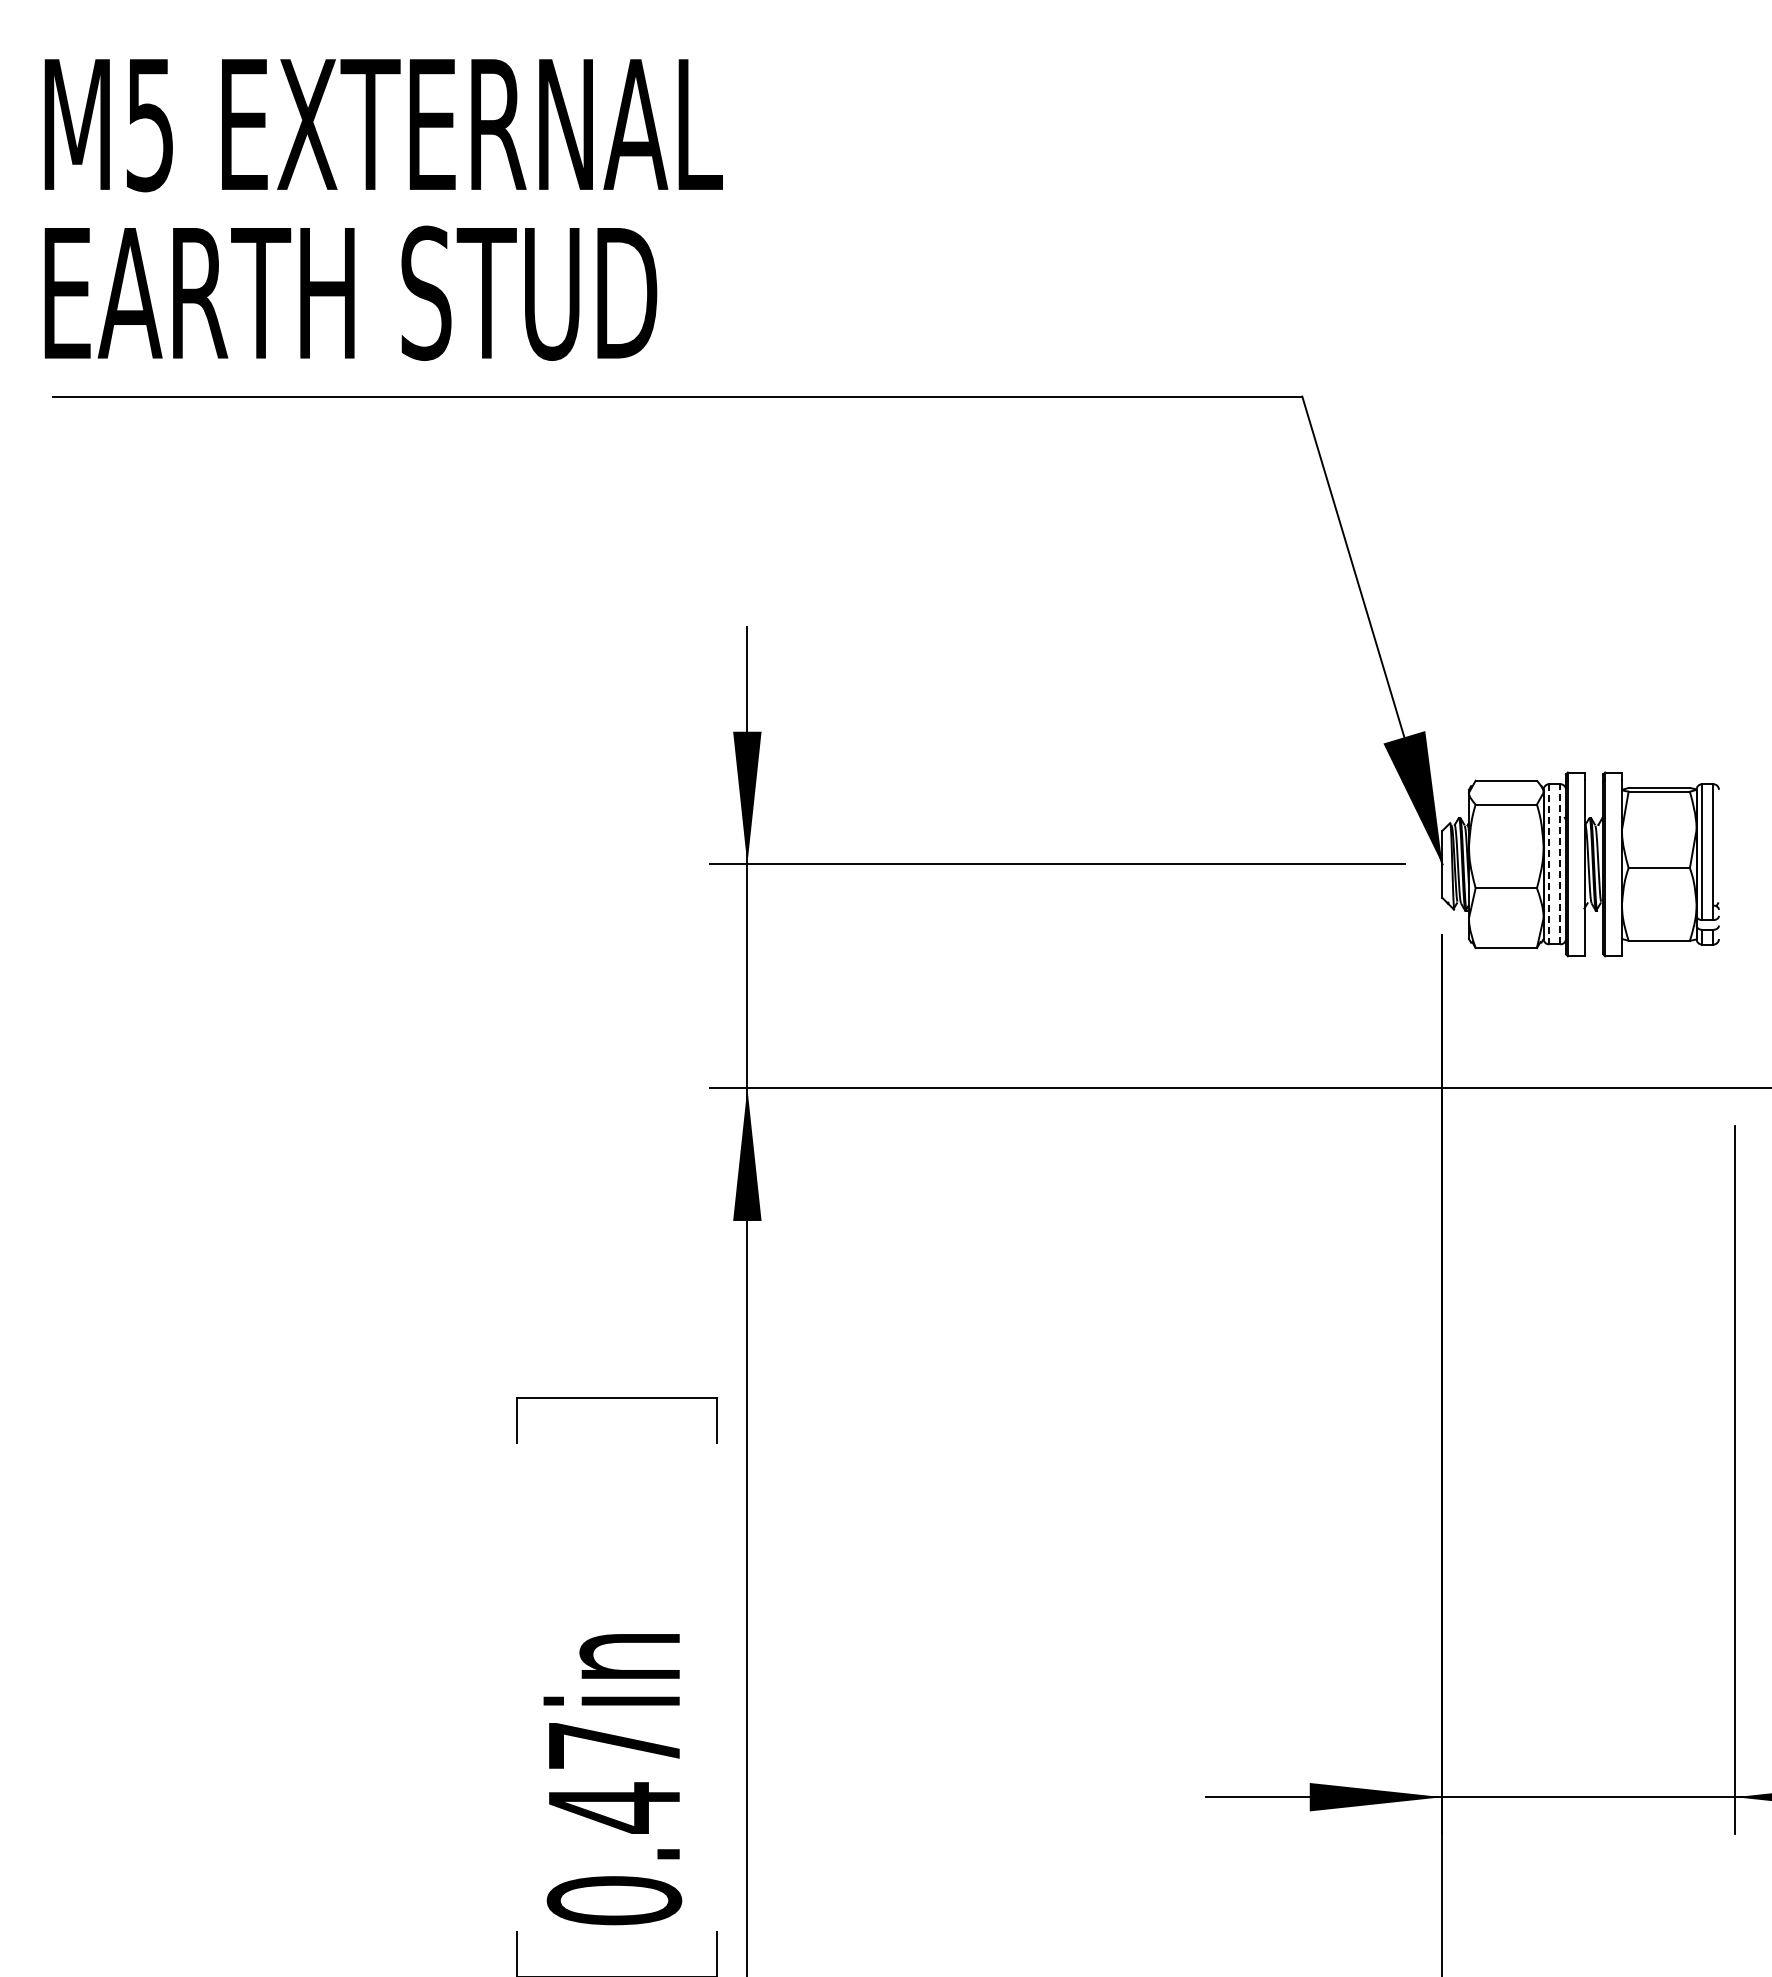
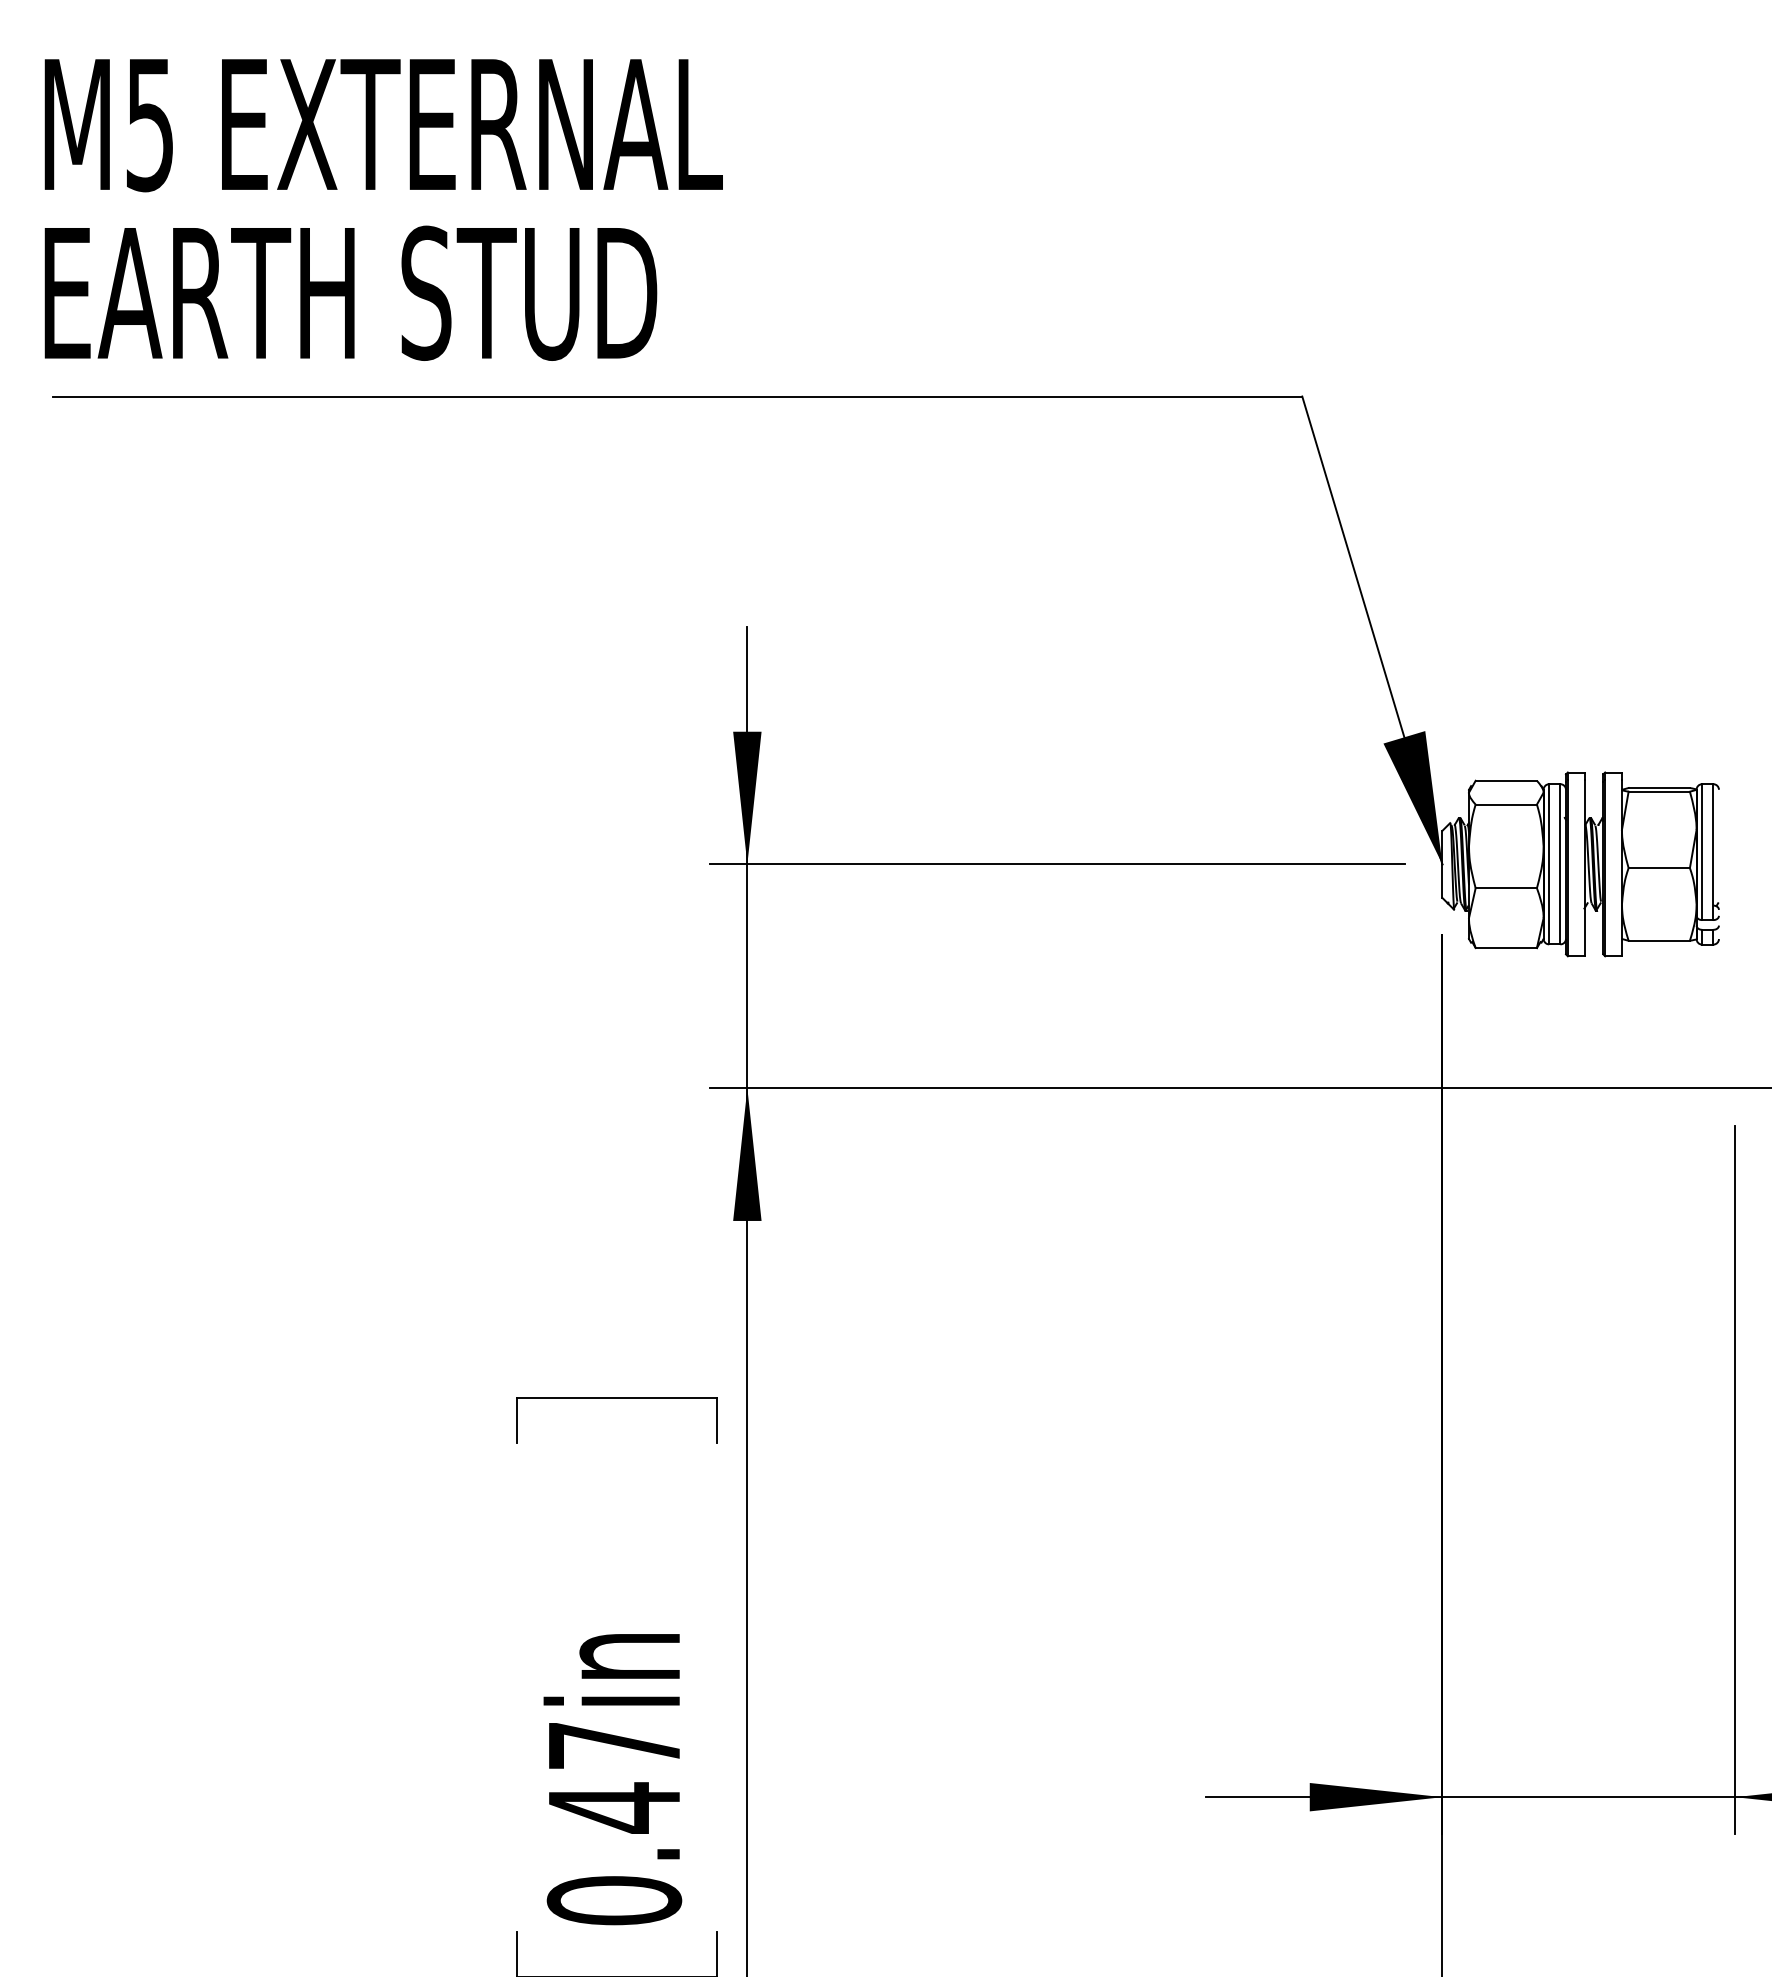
line at (1560, 863): dashed -> solid
line at (1549, 864): dashed -> solid
